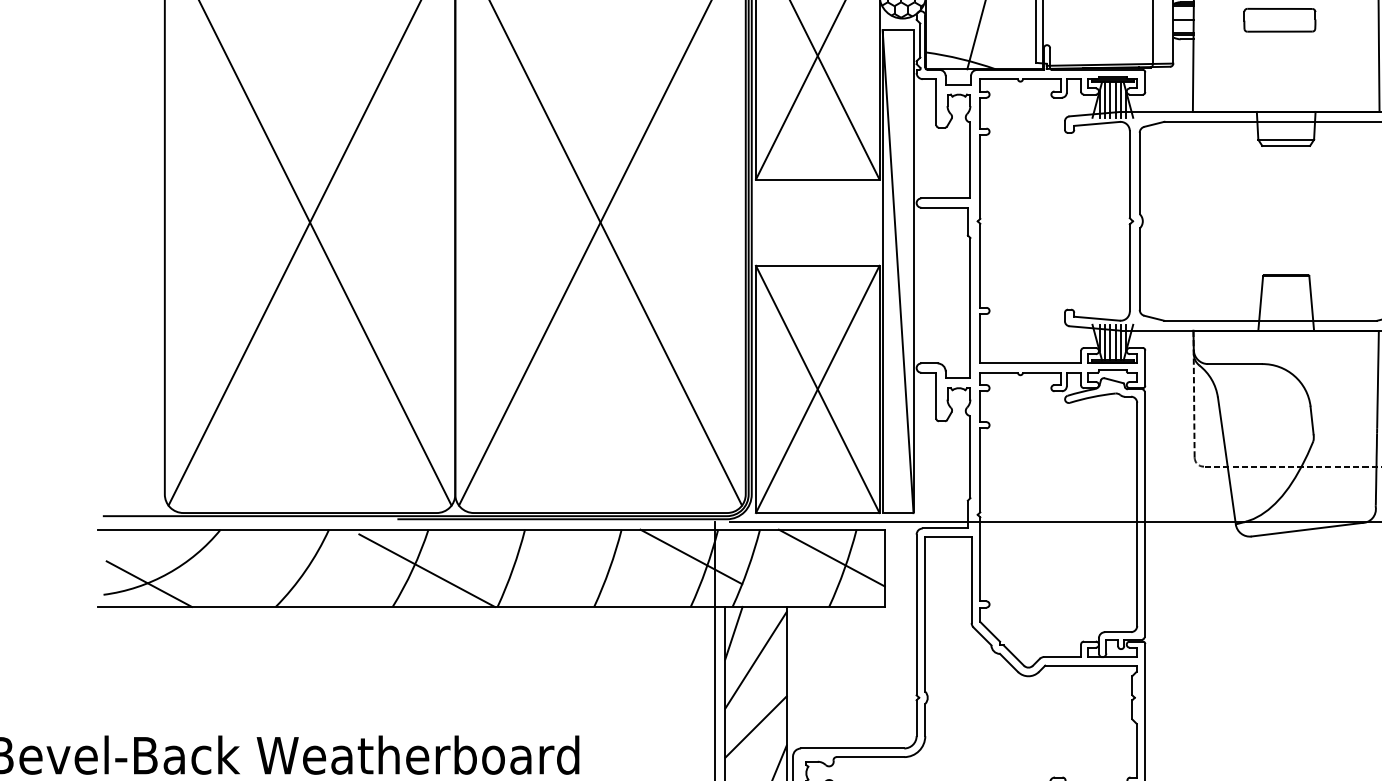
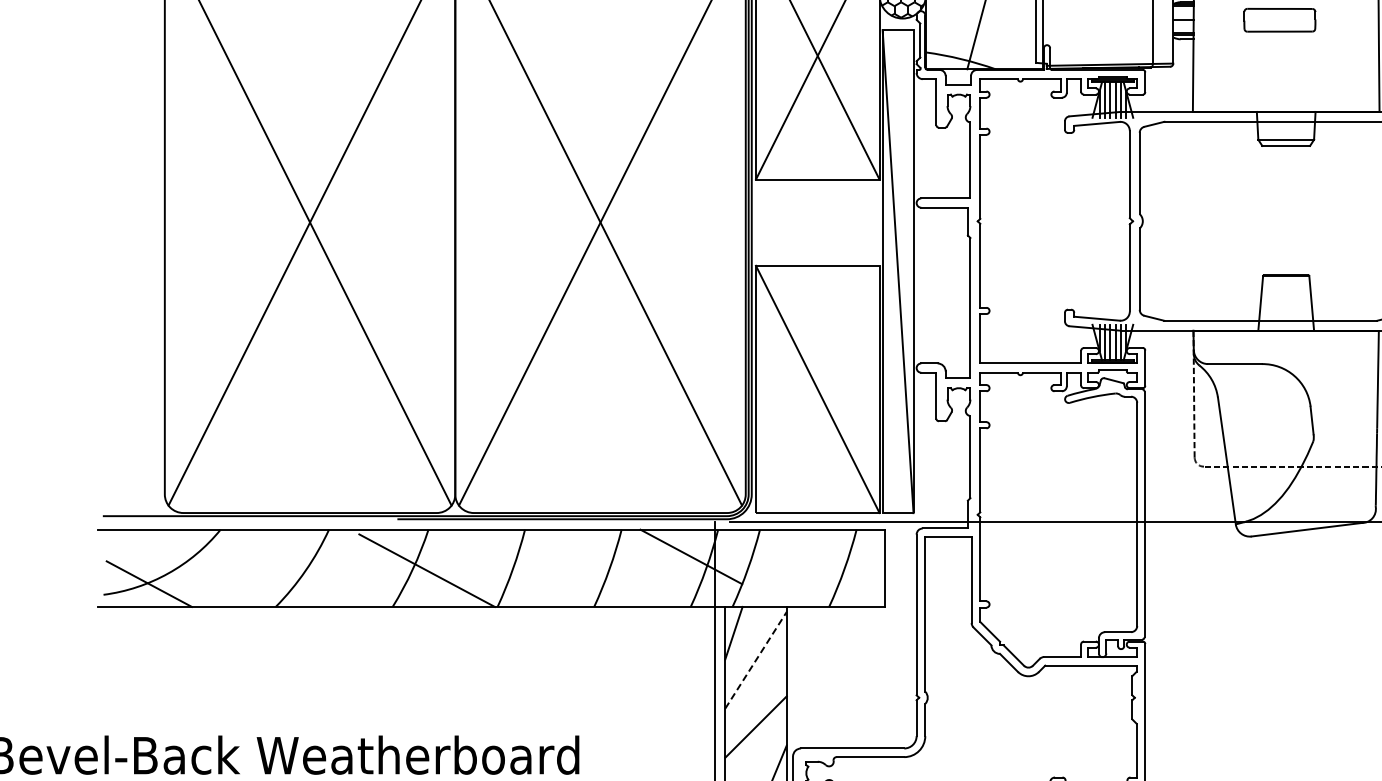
line at (817, 389): present -> none
line at (831, 557): present -> none
line at (756, 659): solid -> dashed
